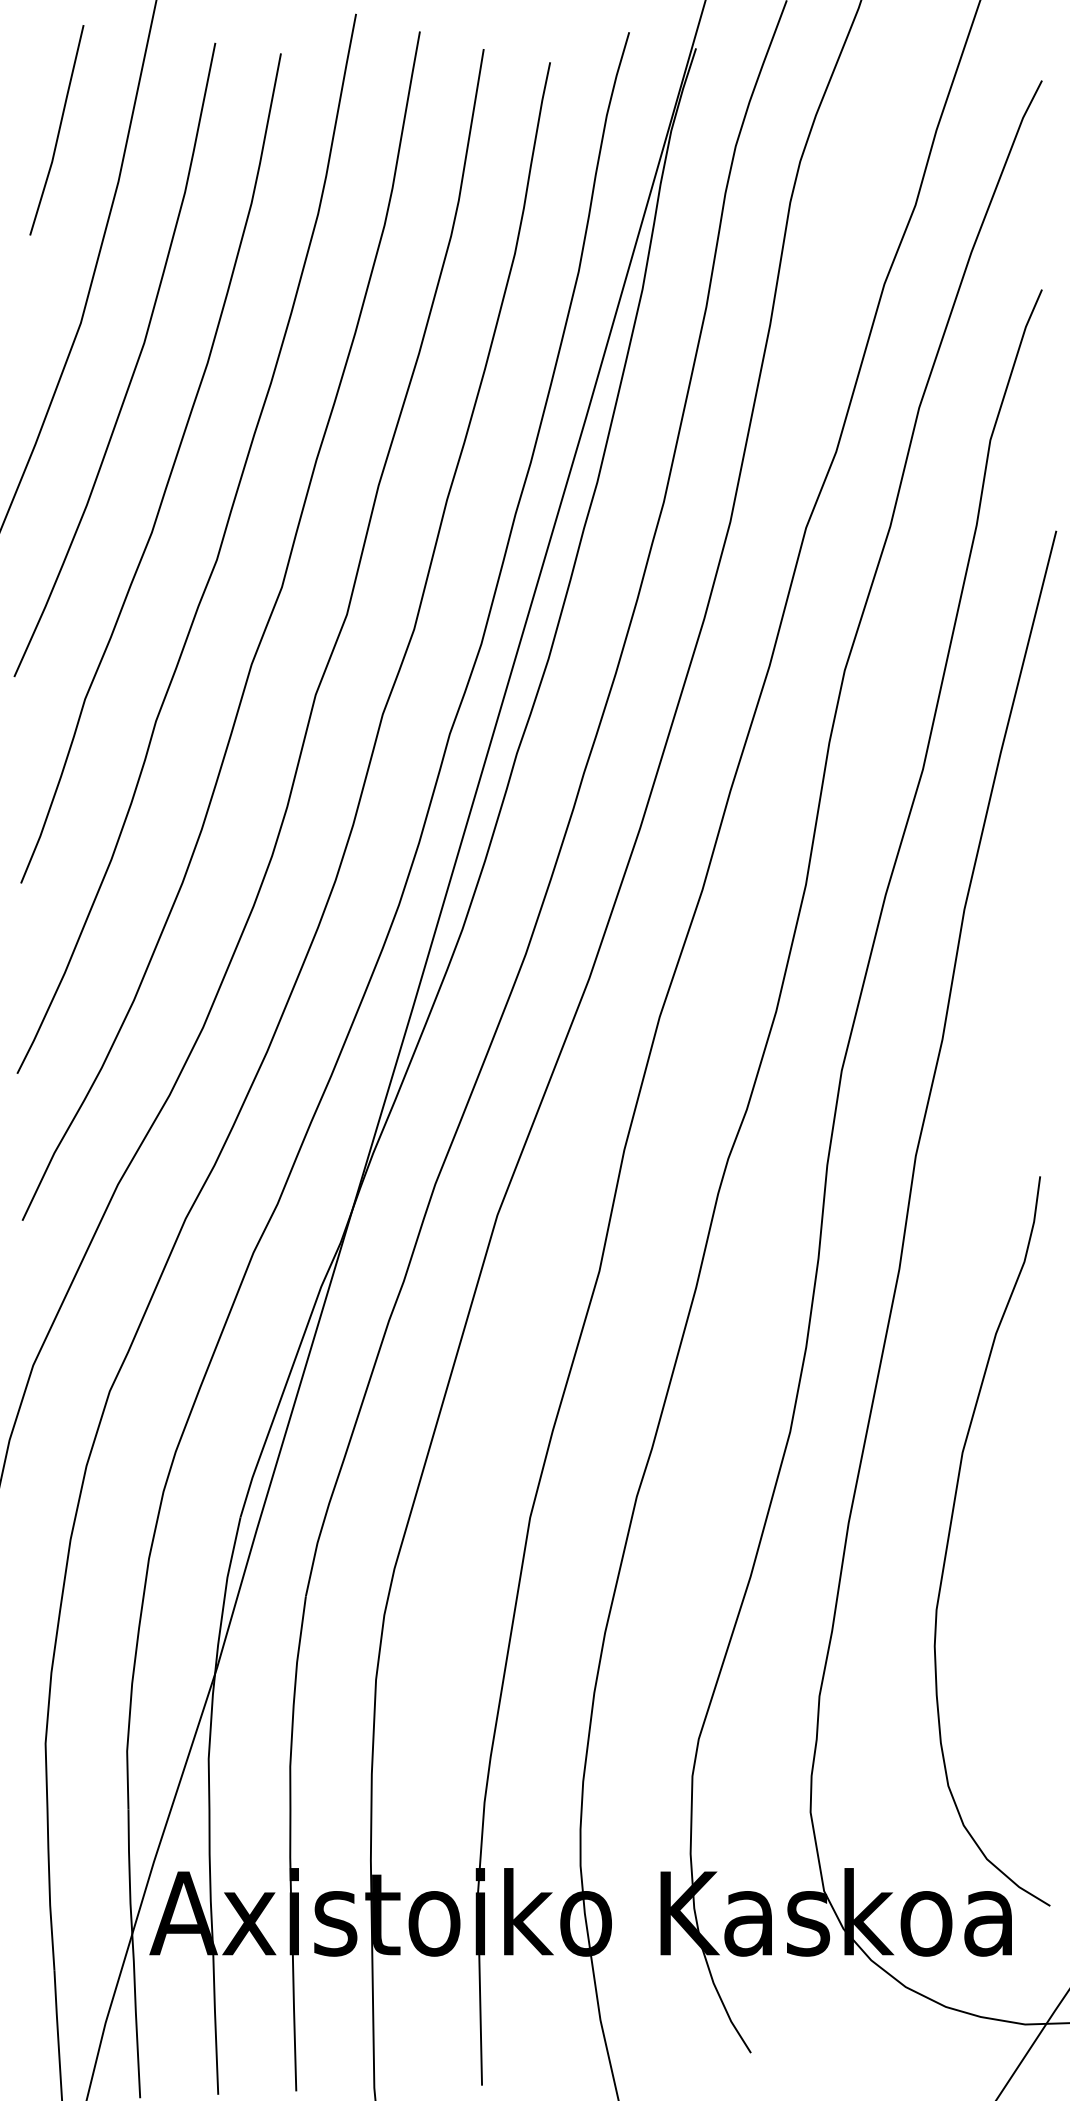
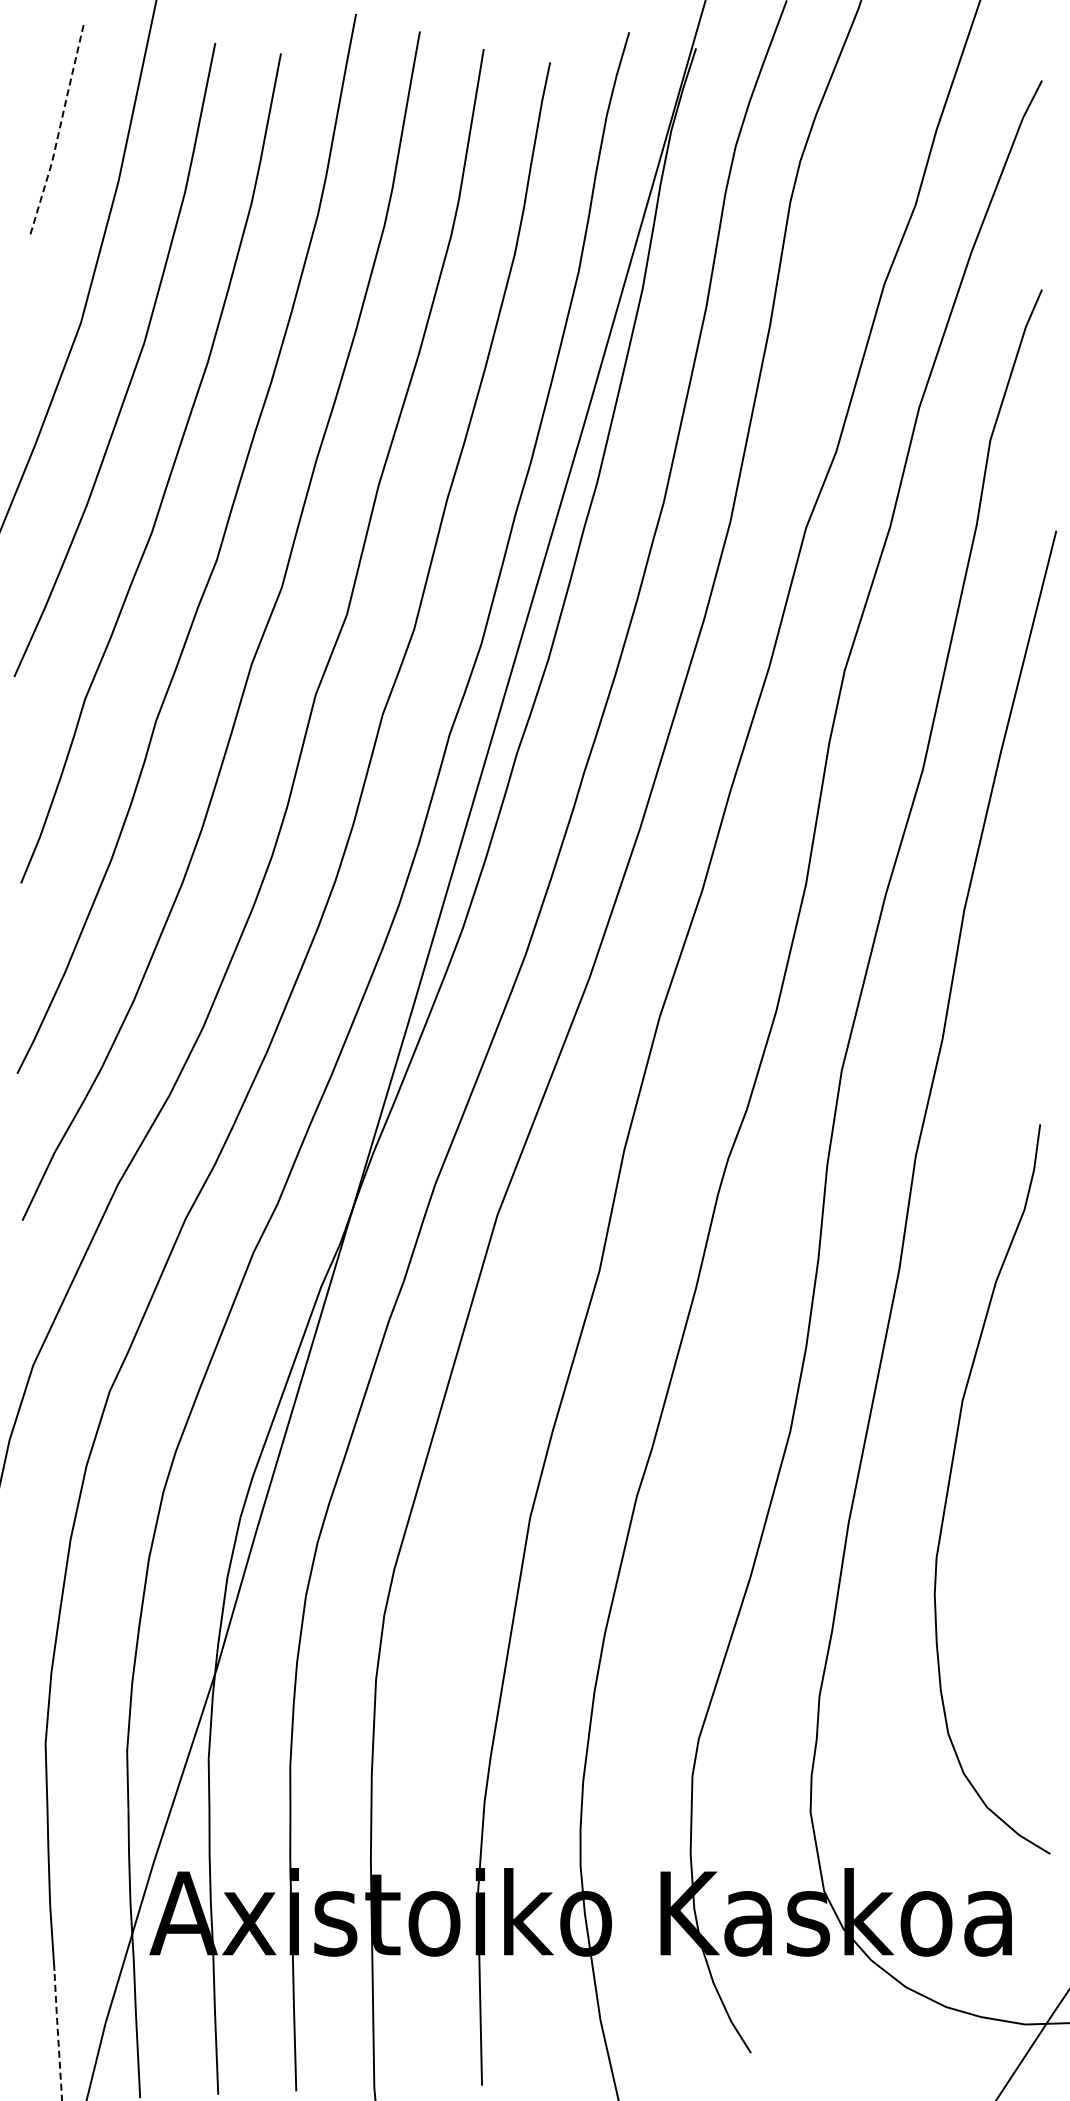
line at (59, 130): solid -> dashed
curve at (950, 1533) position: (950, 1533) -> (950, 1481)
line at (58, 2035): solid -> dashed
